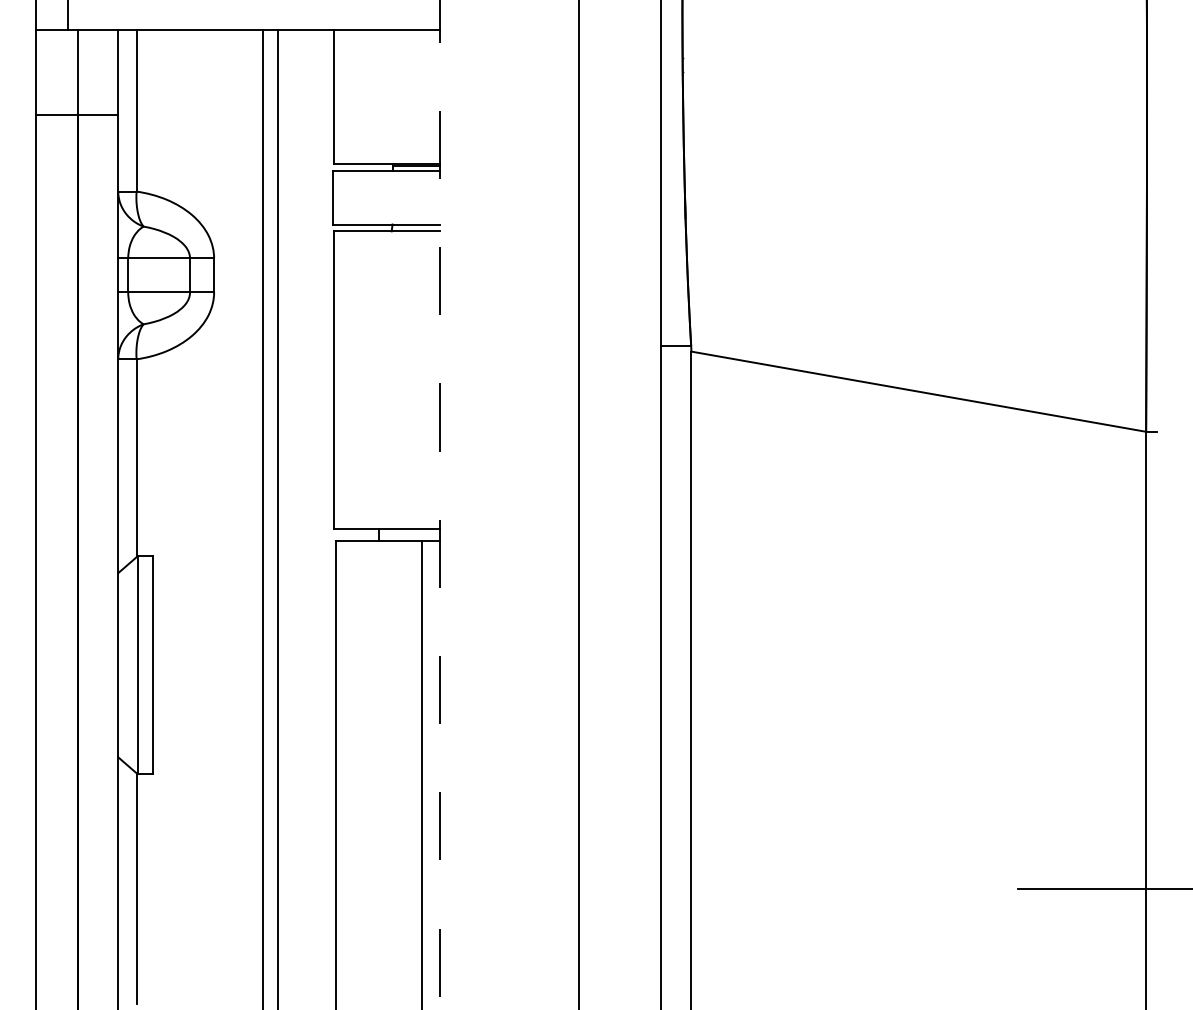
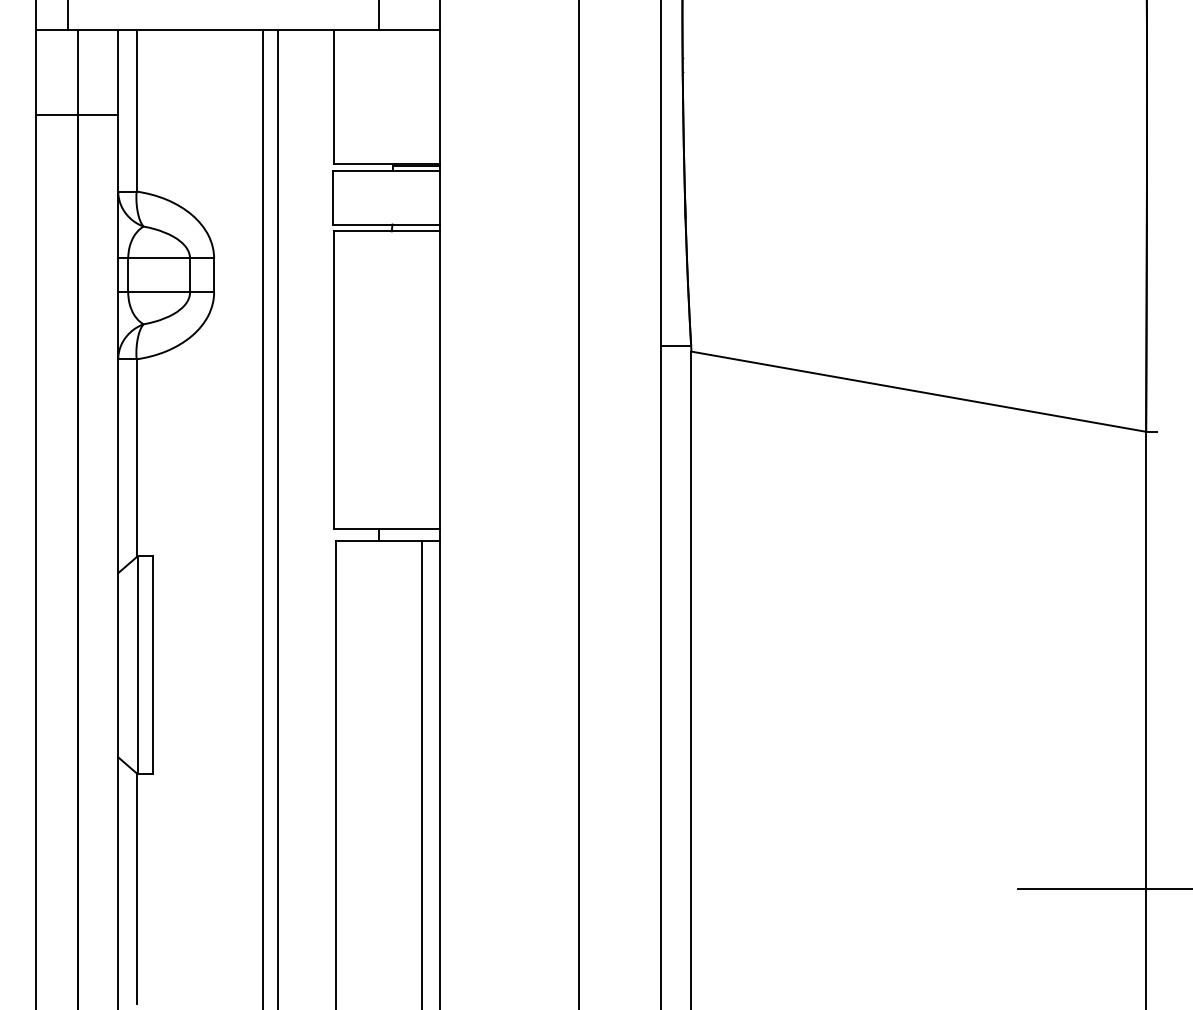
line at (378, 16): none -> present
line at (440, 505): dashed -> solid
